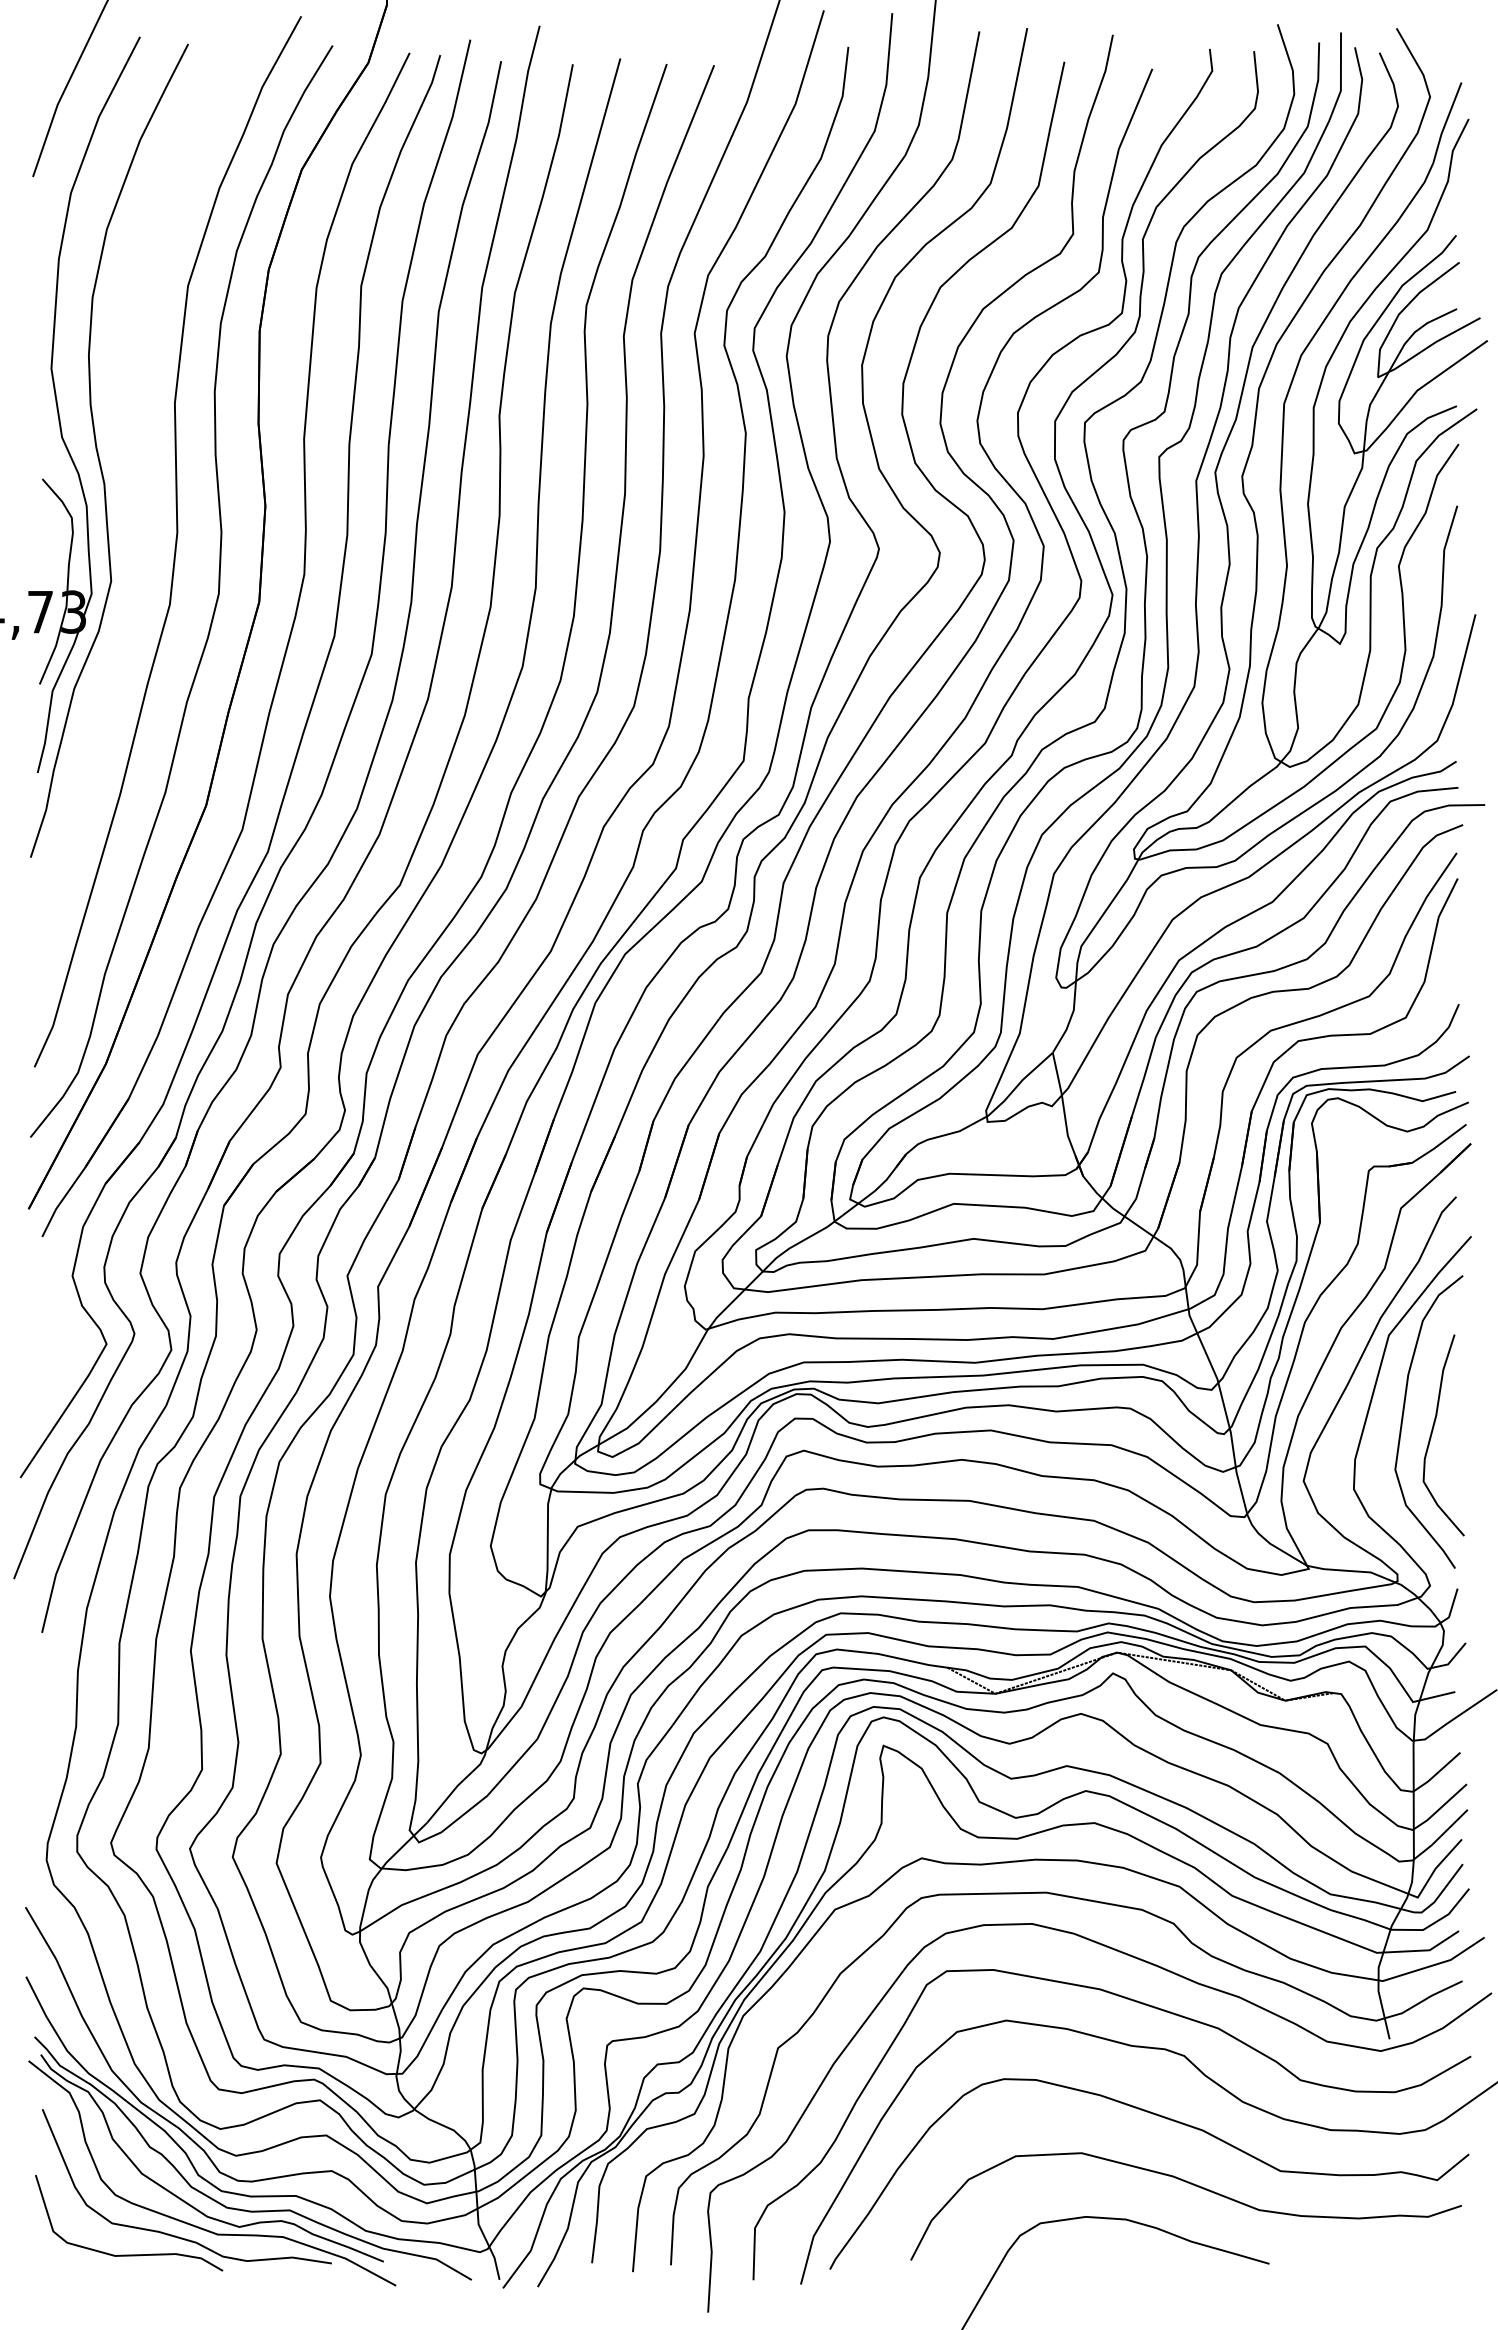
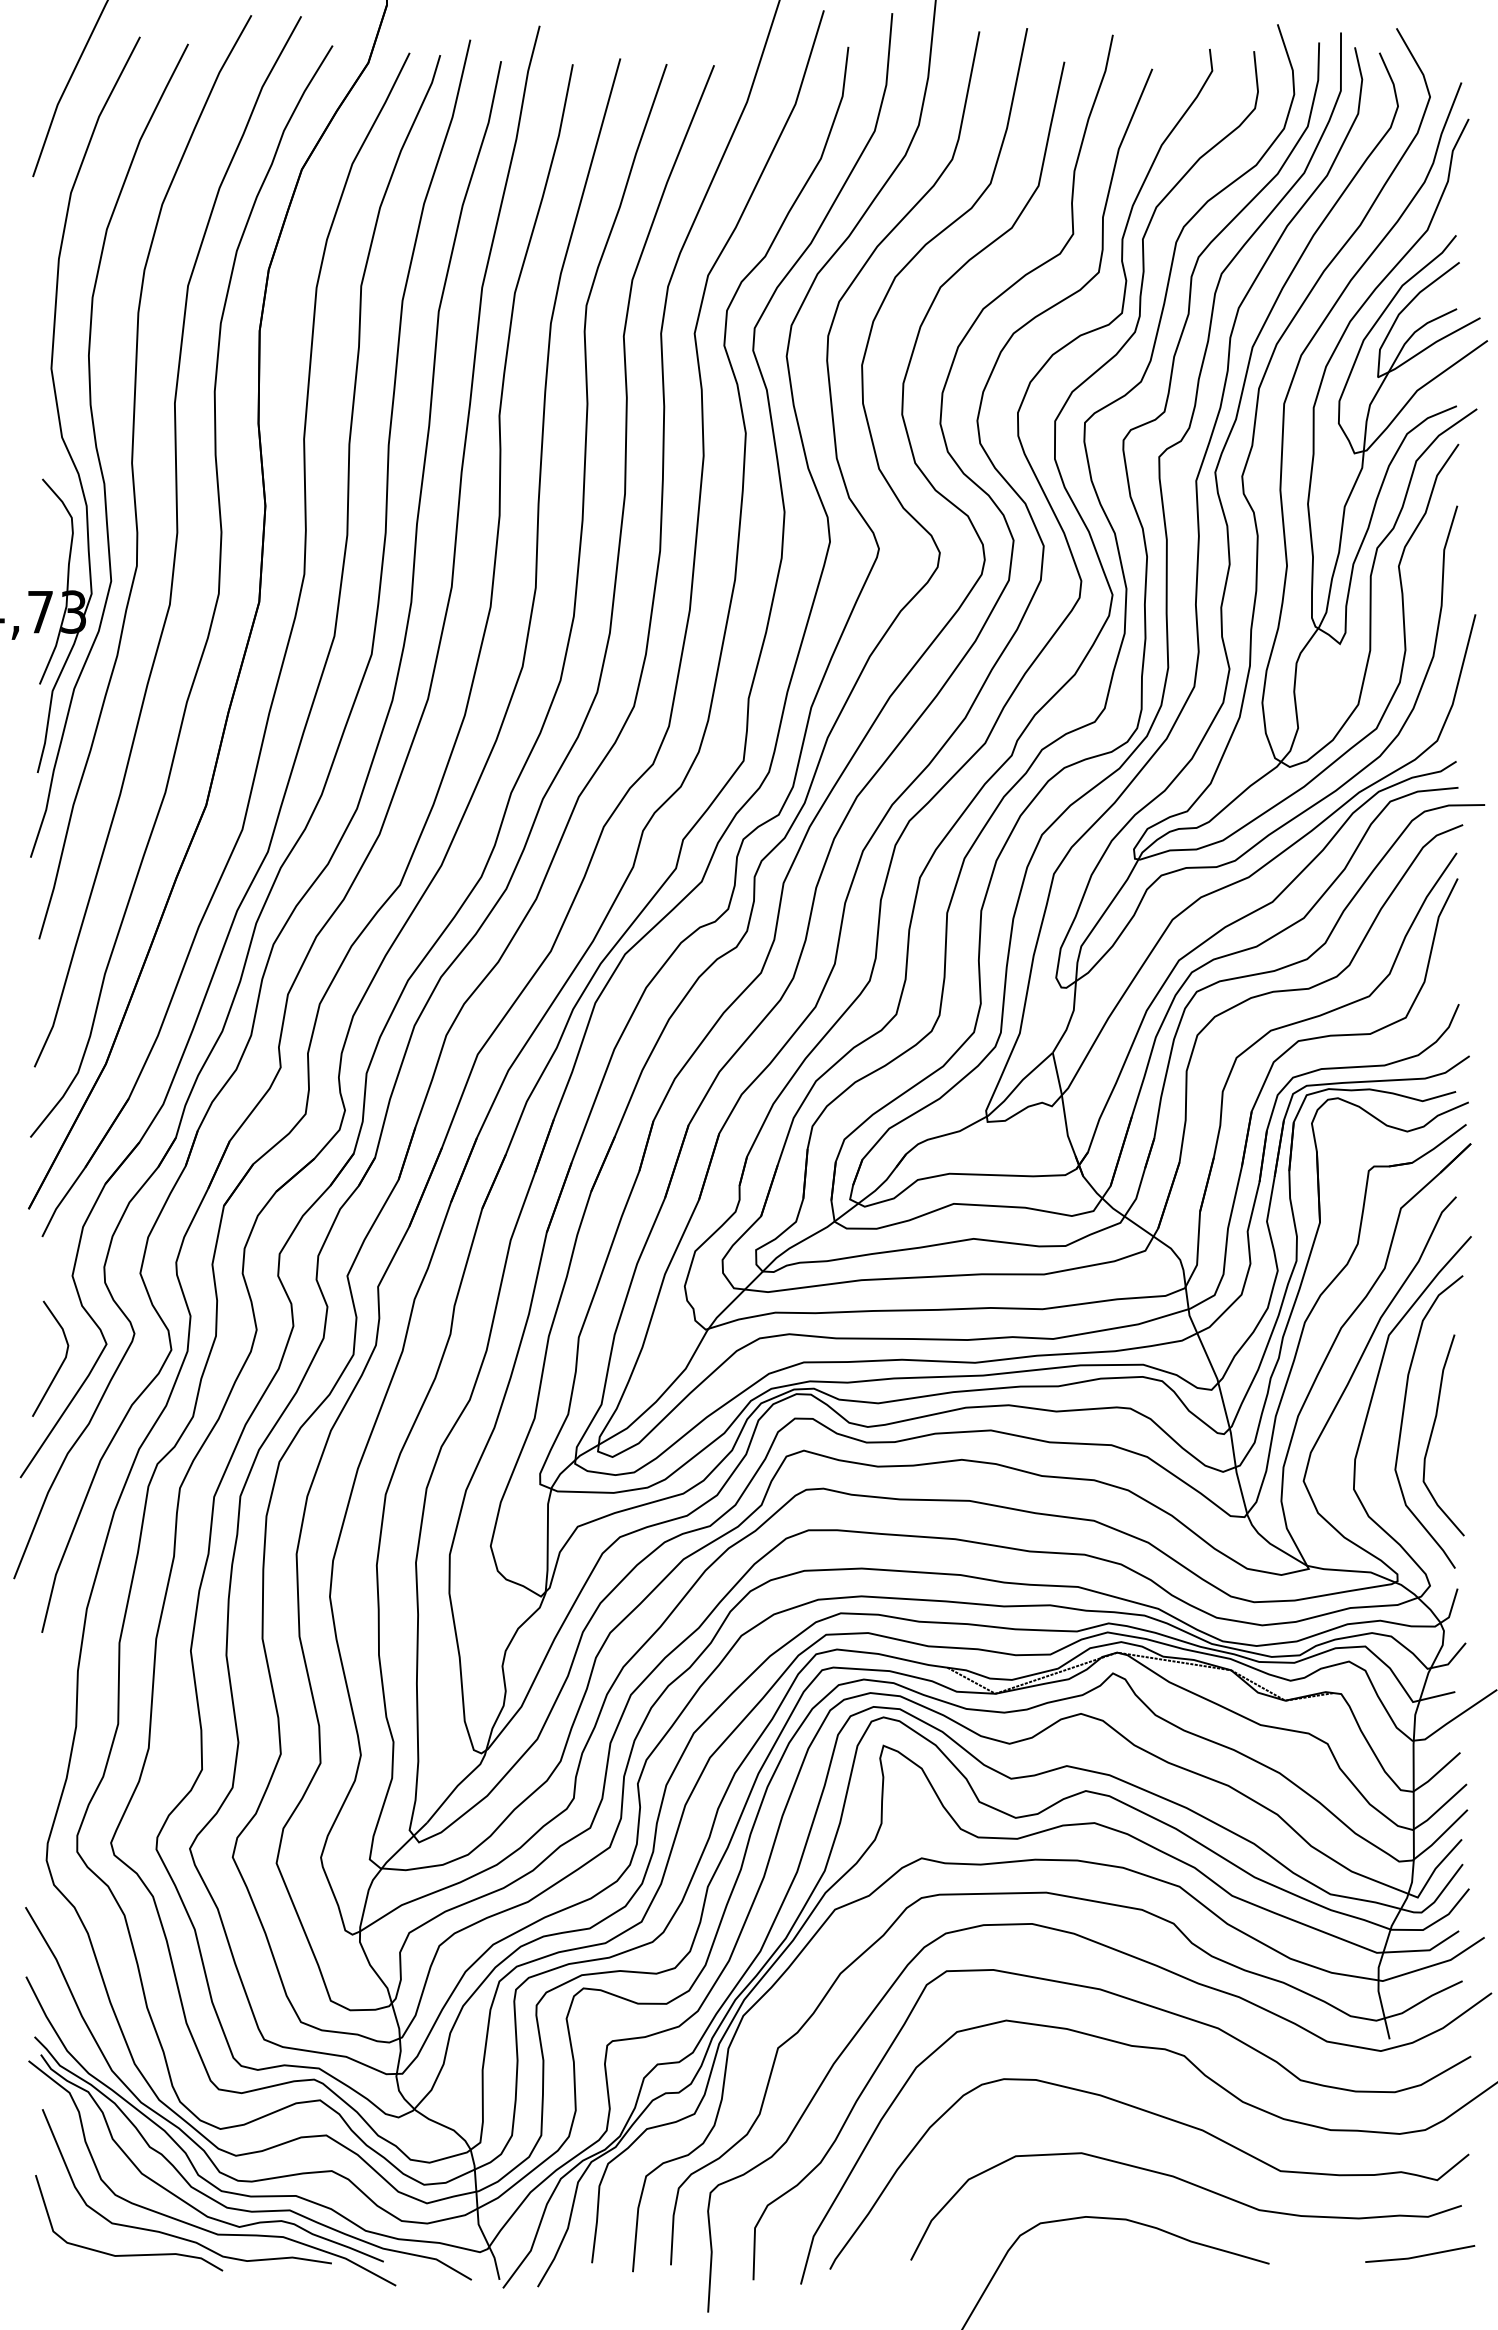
curve at (134, 478): none -> present
line at (60, 1364): none -> present
line at (1420, 2255): none -> present
